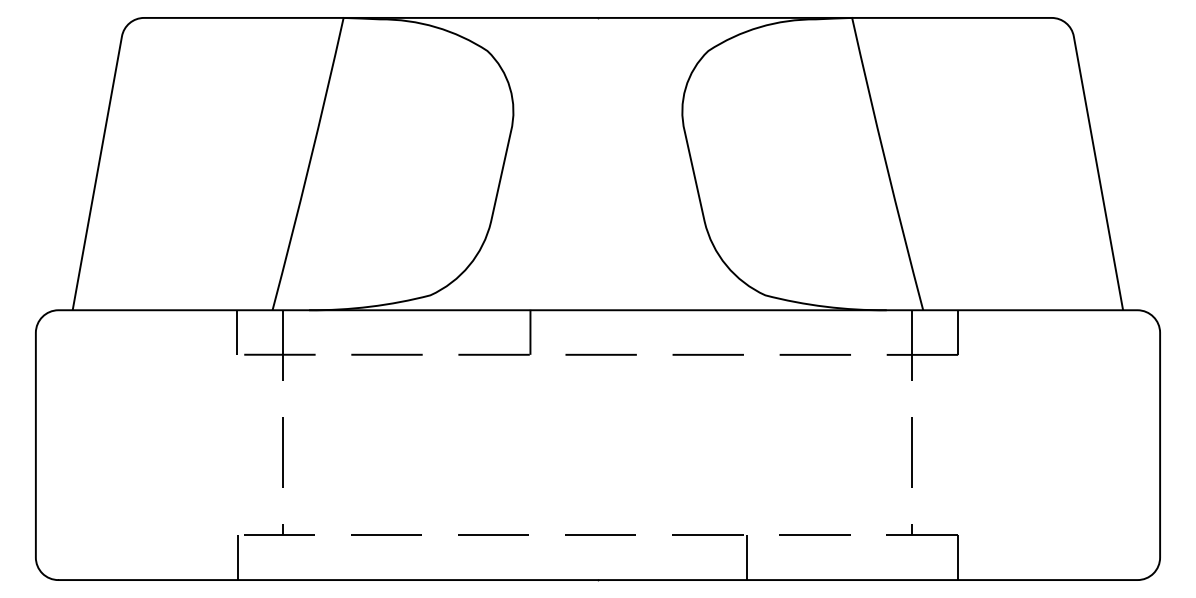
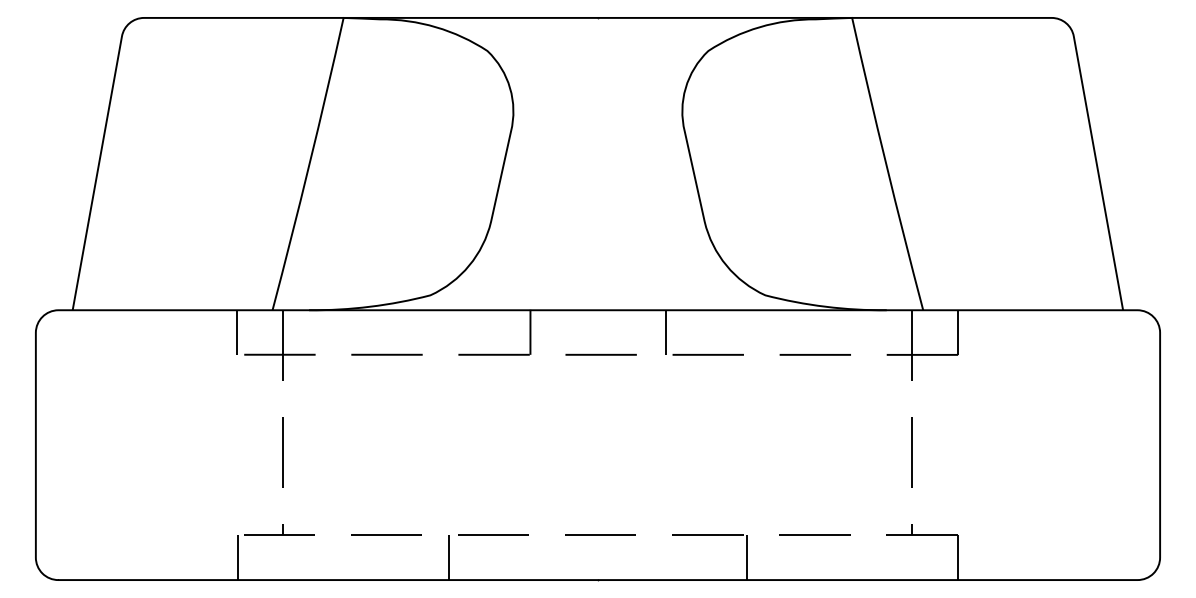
line at (666, 331): none -> present
line at (448, 557): none -> present
